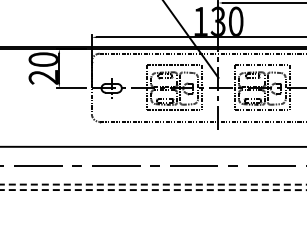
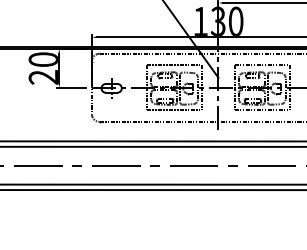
line at (152, 141): none -> present
line at (153, 184): dashed -> solid
line at (153, 190): dashed -> solid
